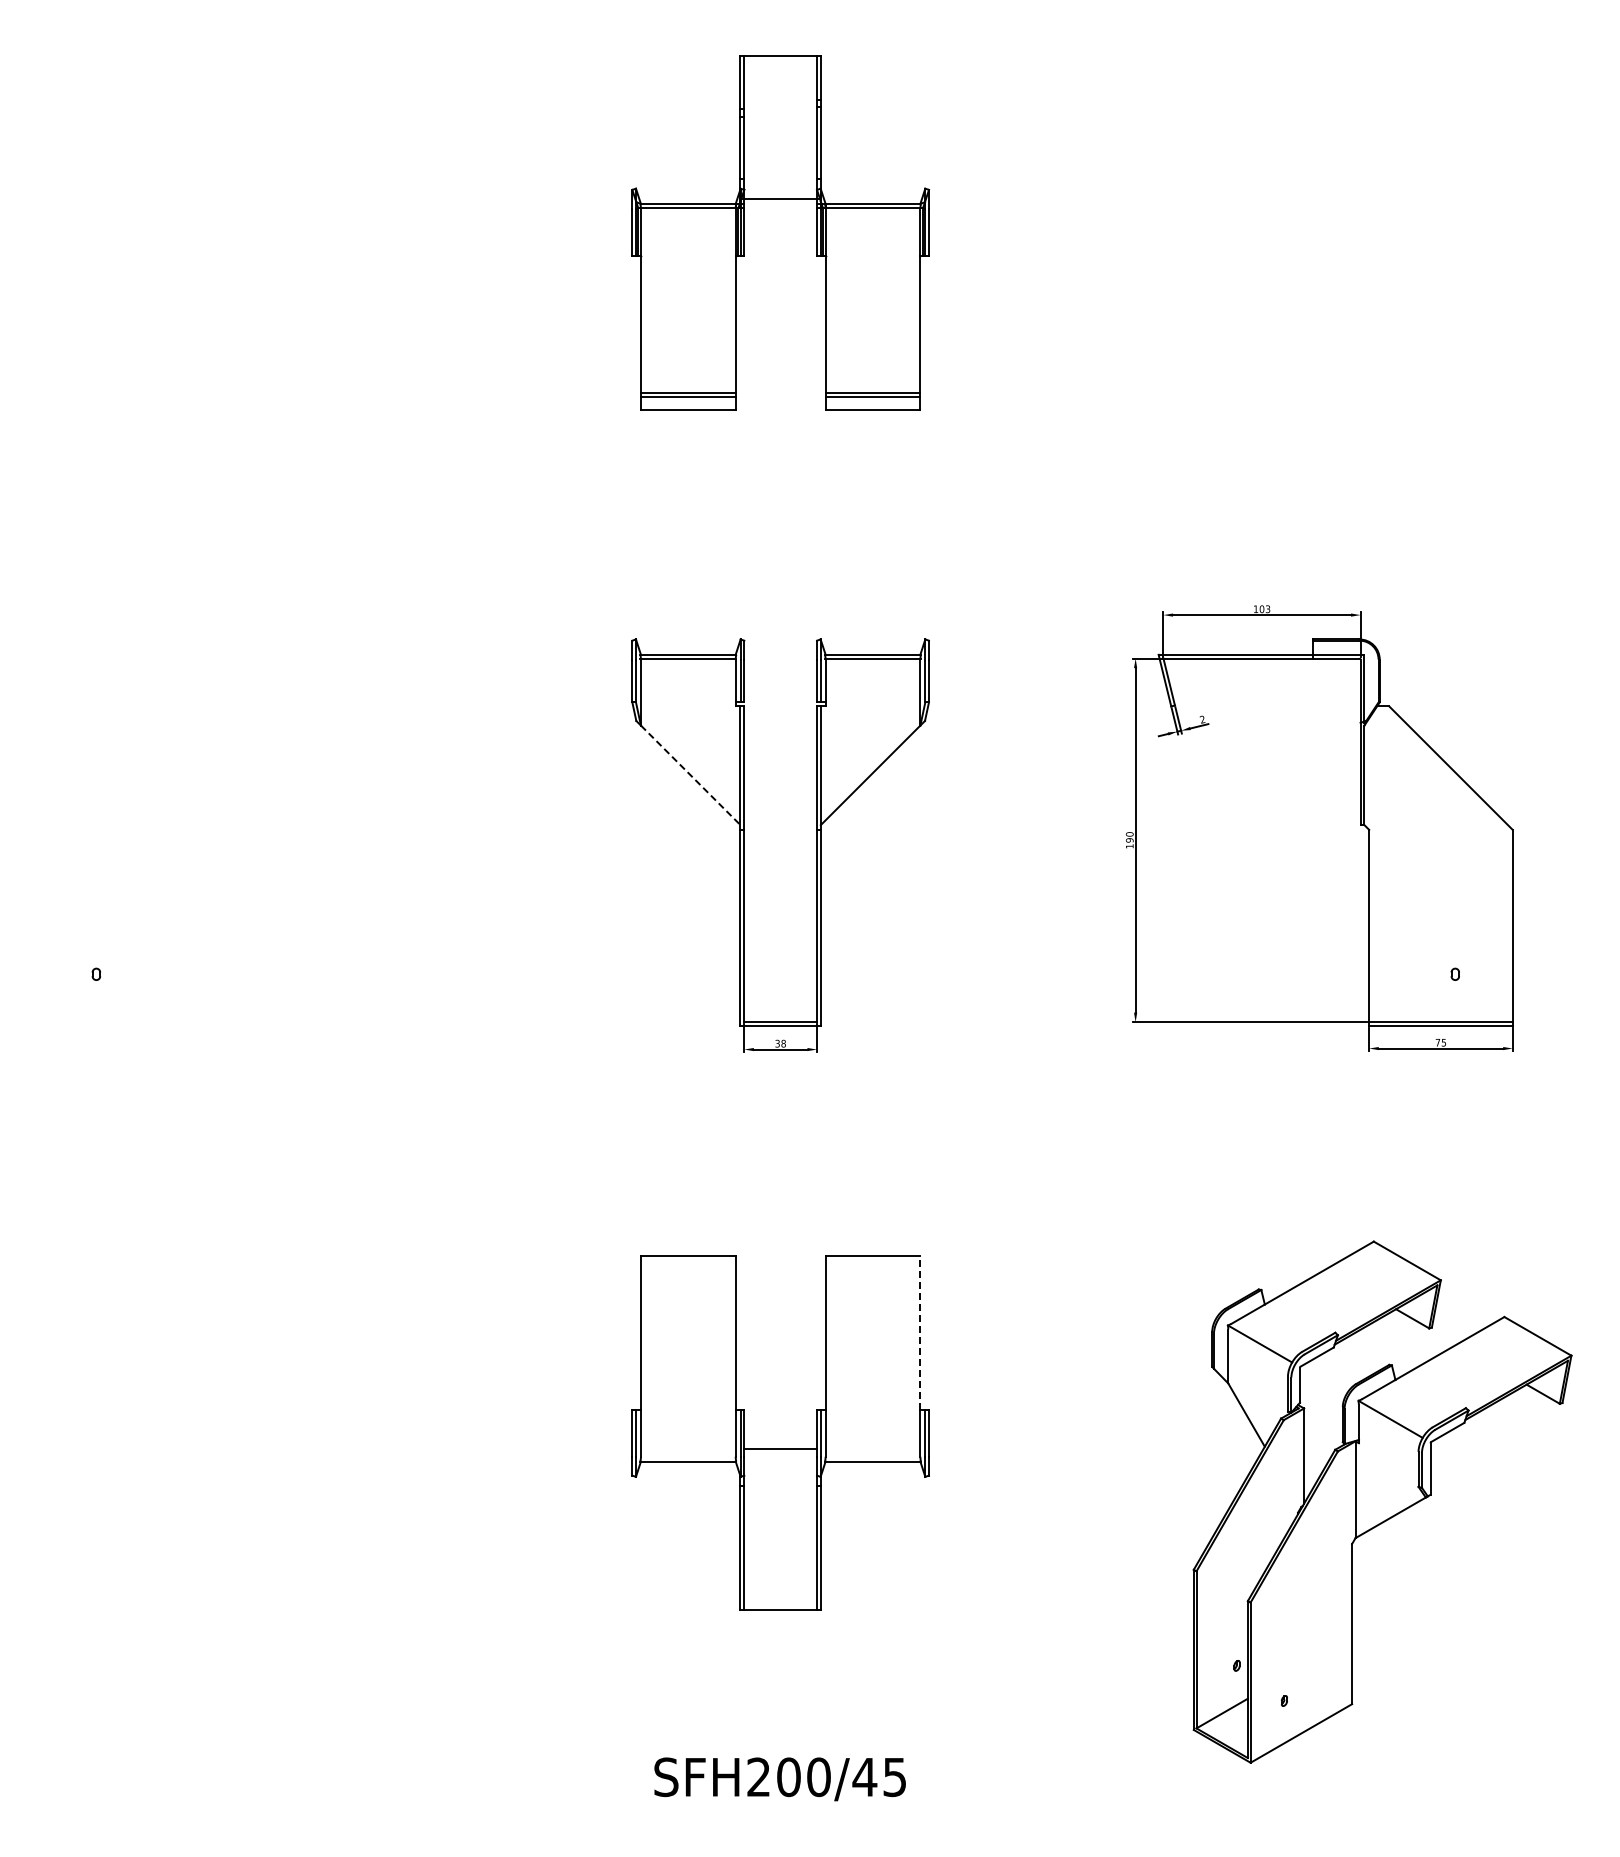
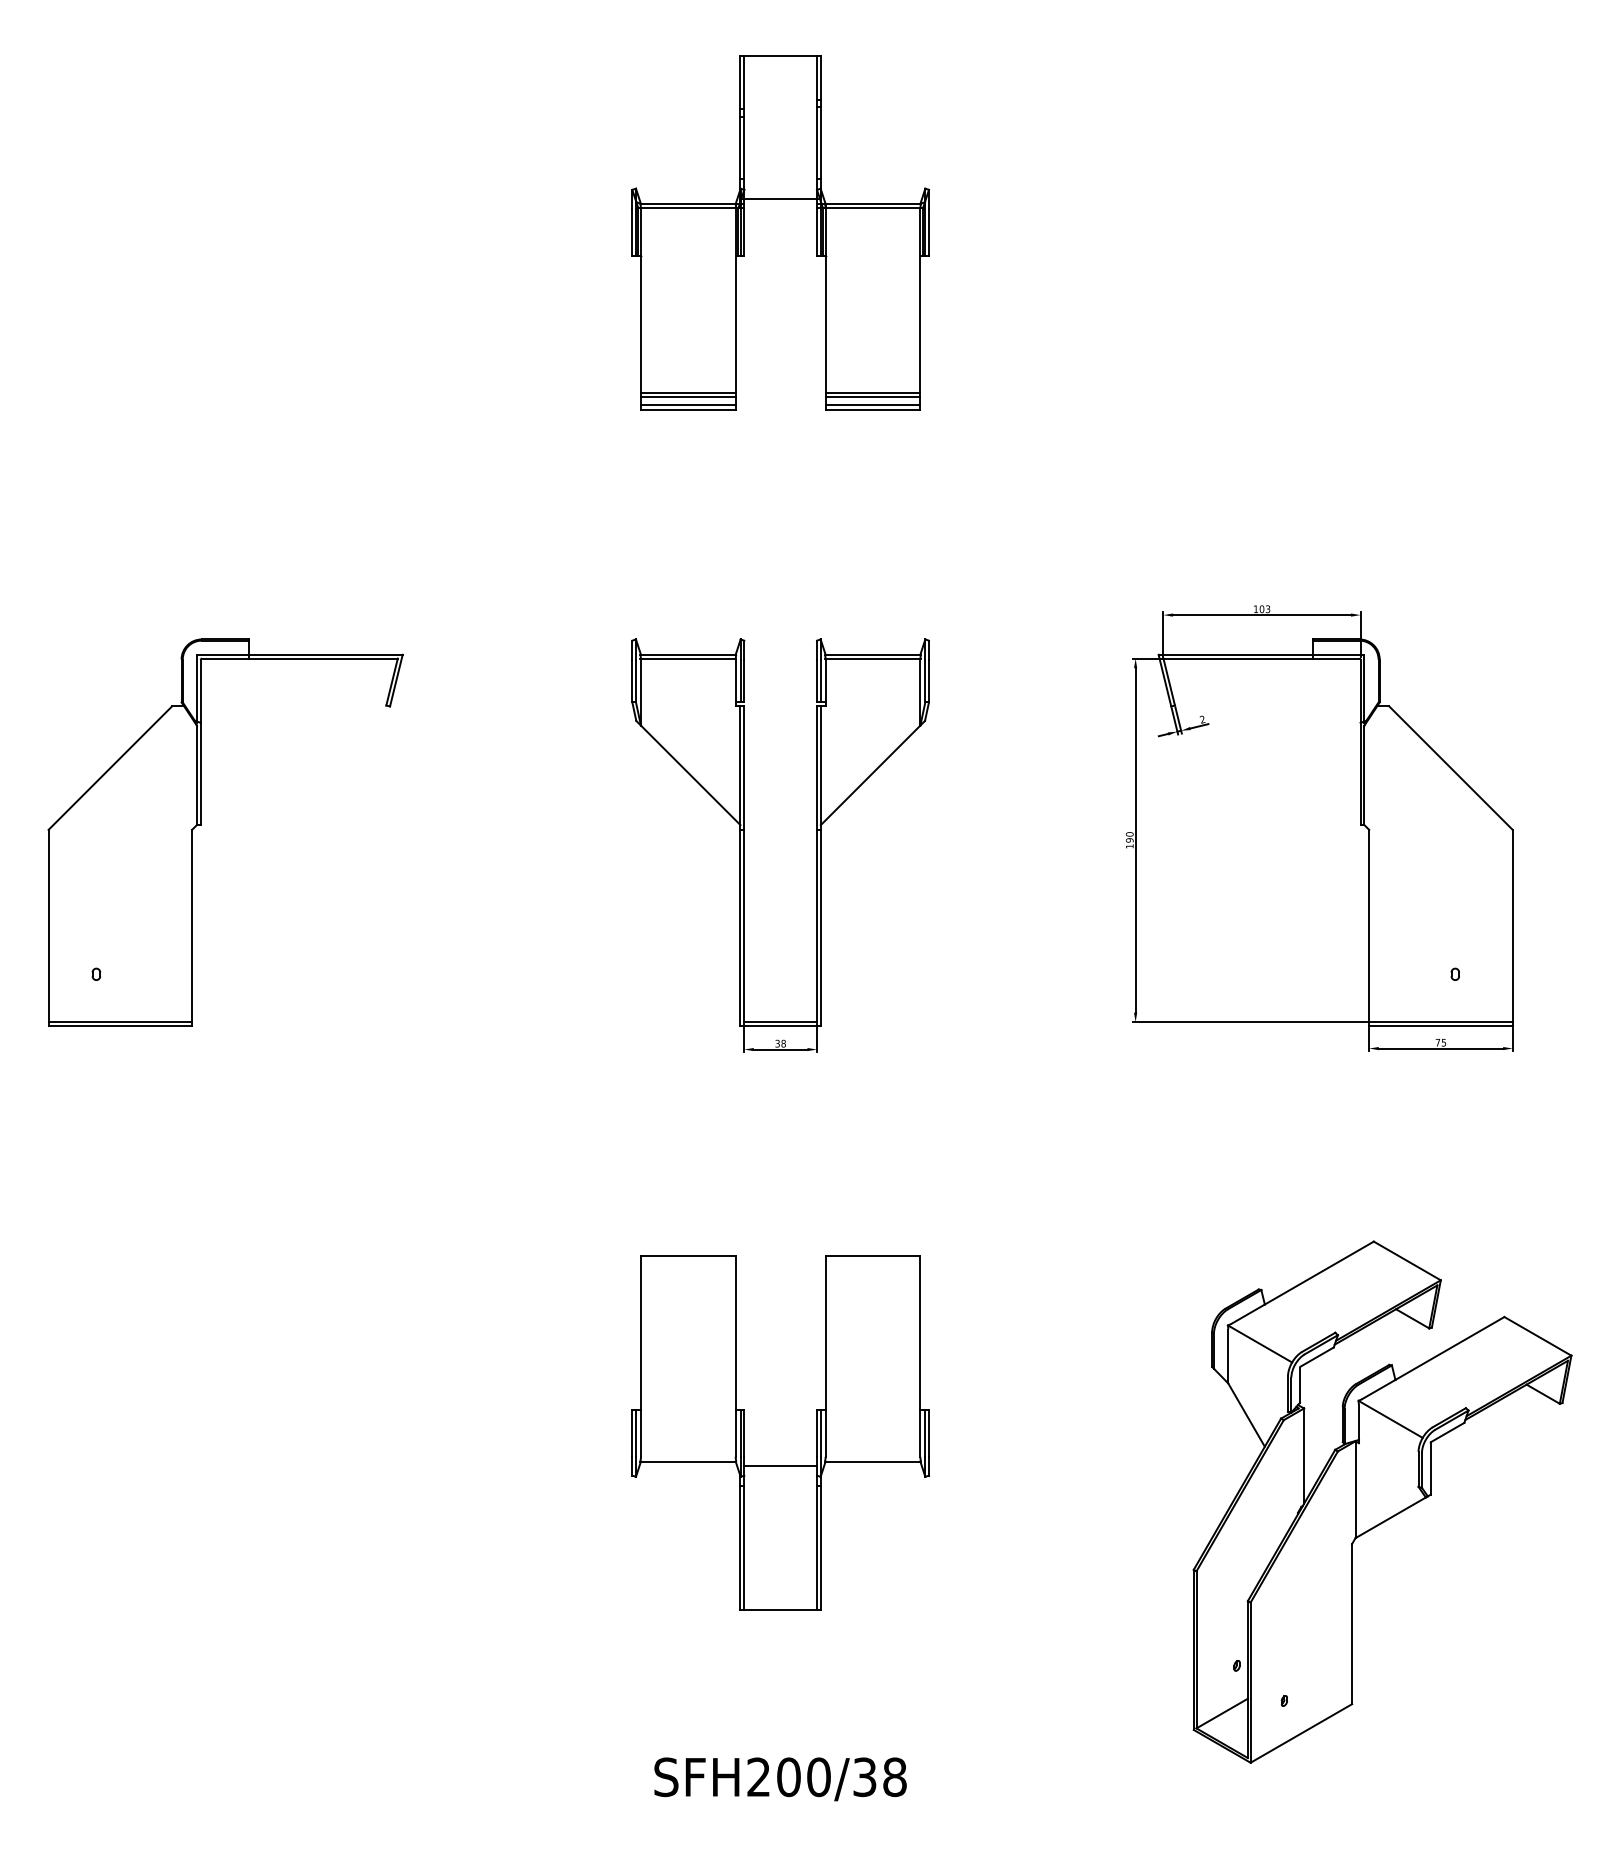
line at (687, 404): none -> present
line at (872, 404): none -> present
line at (691, 775): dashed -> solid
part at (201, 825): none -> present
line at (920, 1332): dashed -> solid
line at (780, 1449) position: (780, 1449) -> (780, 1466)
text at (879, 1777): SFH200/45 -> SFH200/38
